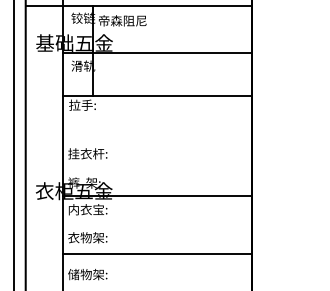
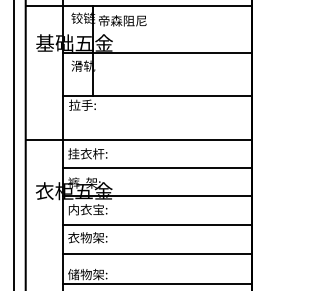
line at (138, 139): none -> present
line at (156, 168): none -> present
line at (156, 224): none -> present
line at (156, 283): none -> present
